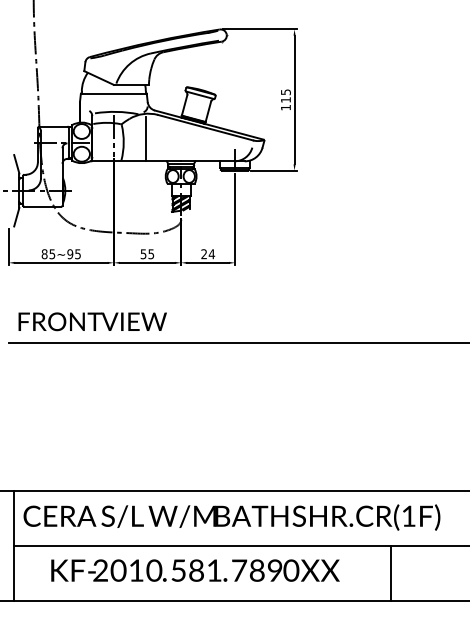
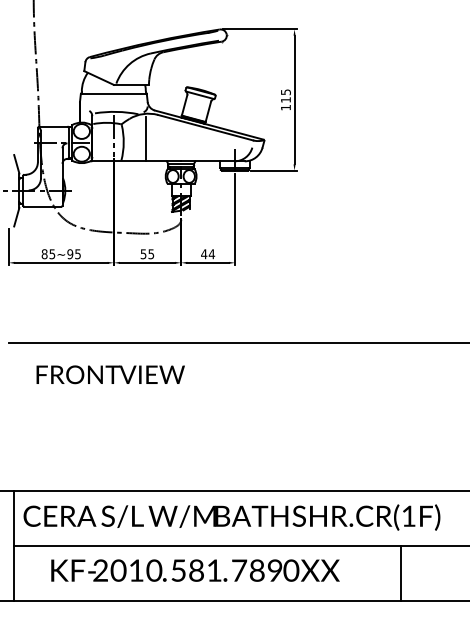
text at (204, 254): 24 -> 44
text at (92, 321) position: (92, 321) -> (110, 374)
line at (390, 573) position: (390, 573) -> (400, 573)
